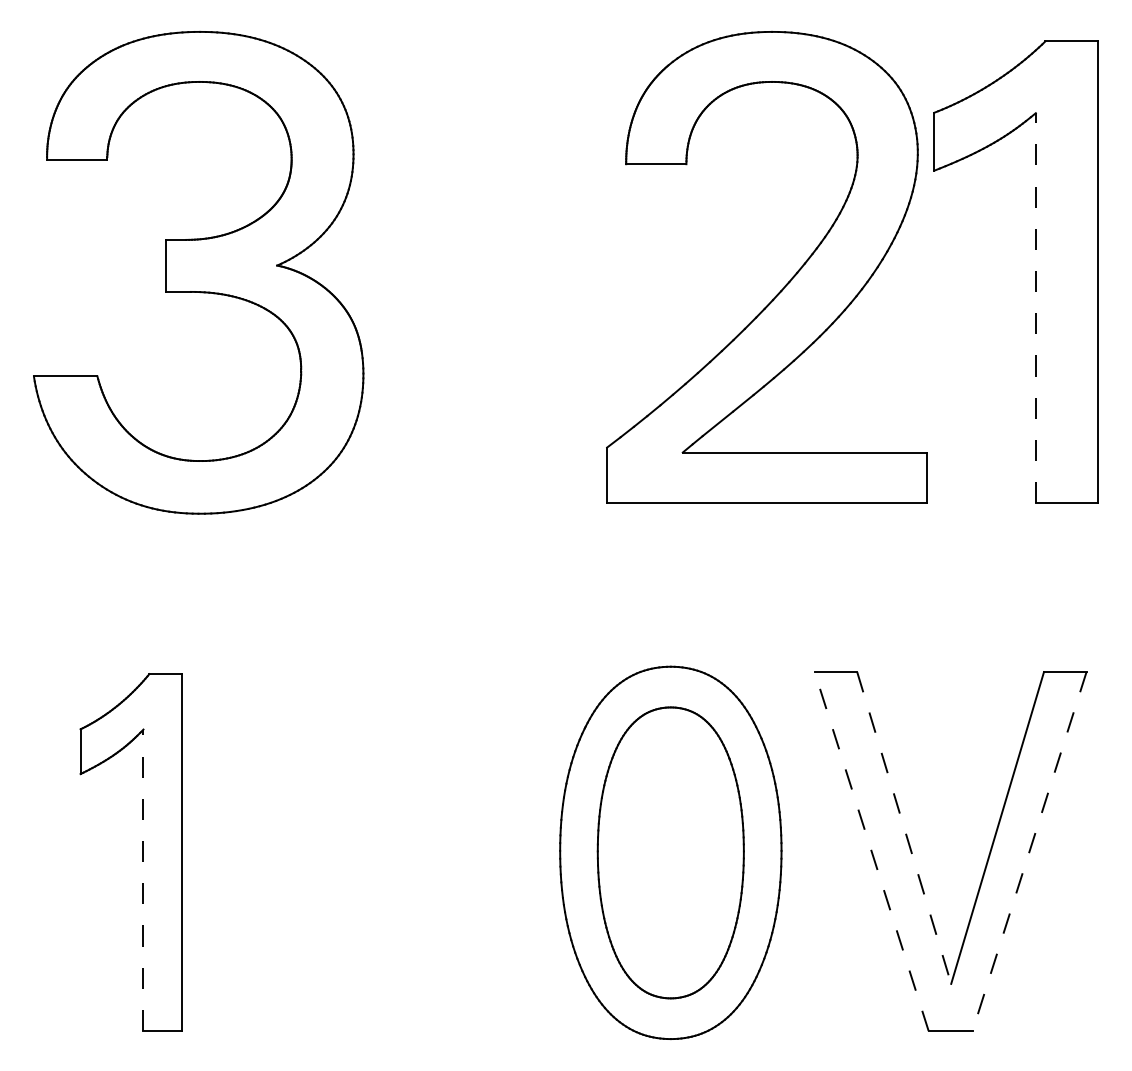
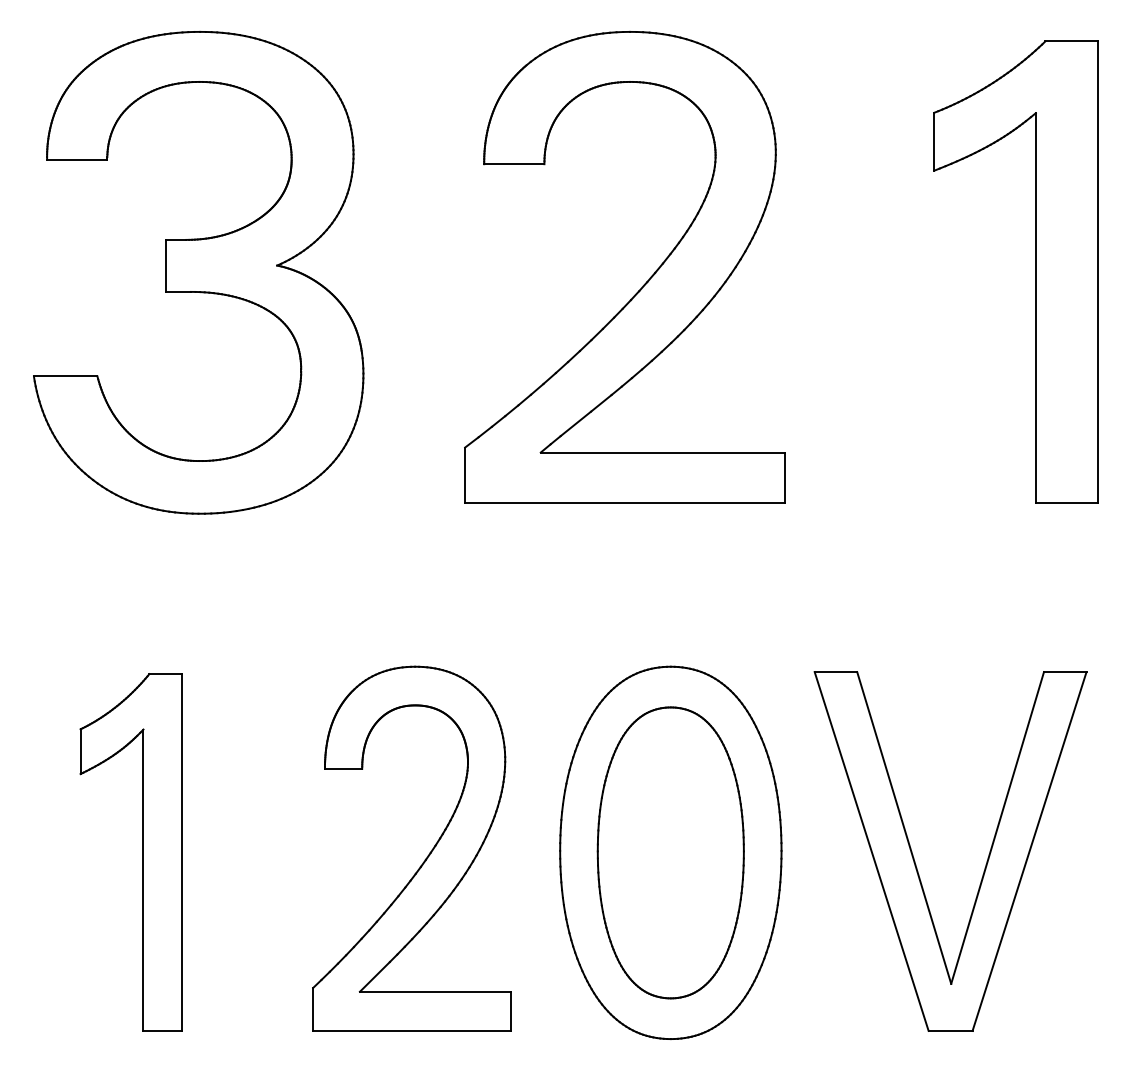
part at (785, 284) position: (785, 284) -> (643, 284)
line at (1035, 307): dashed -> solid
line at (904, 827): dashed -> solid
line at (871, 851): dashed -> solid
line at (1029, 851): dashed -> solid
part at (424, 859): none -> present
line at (143, 880): dashed -> solid
